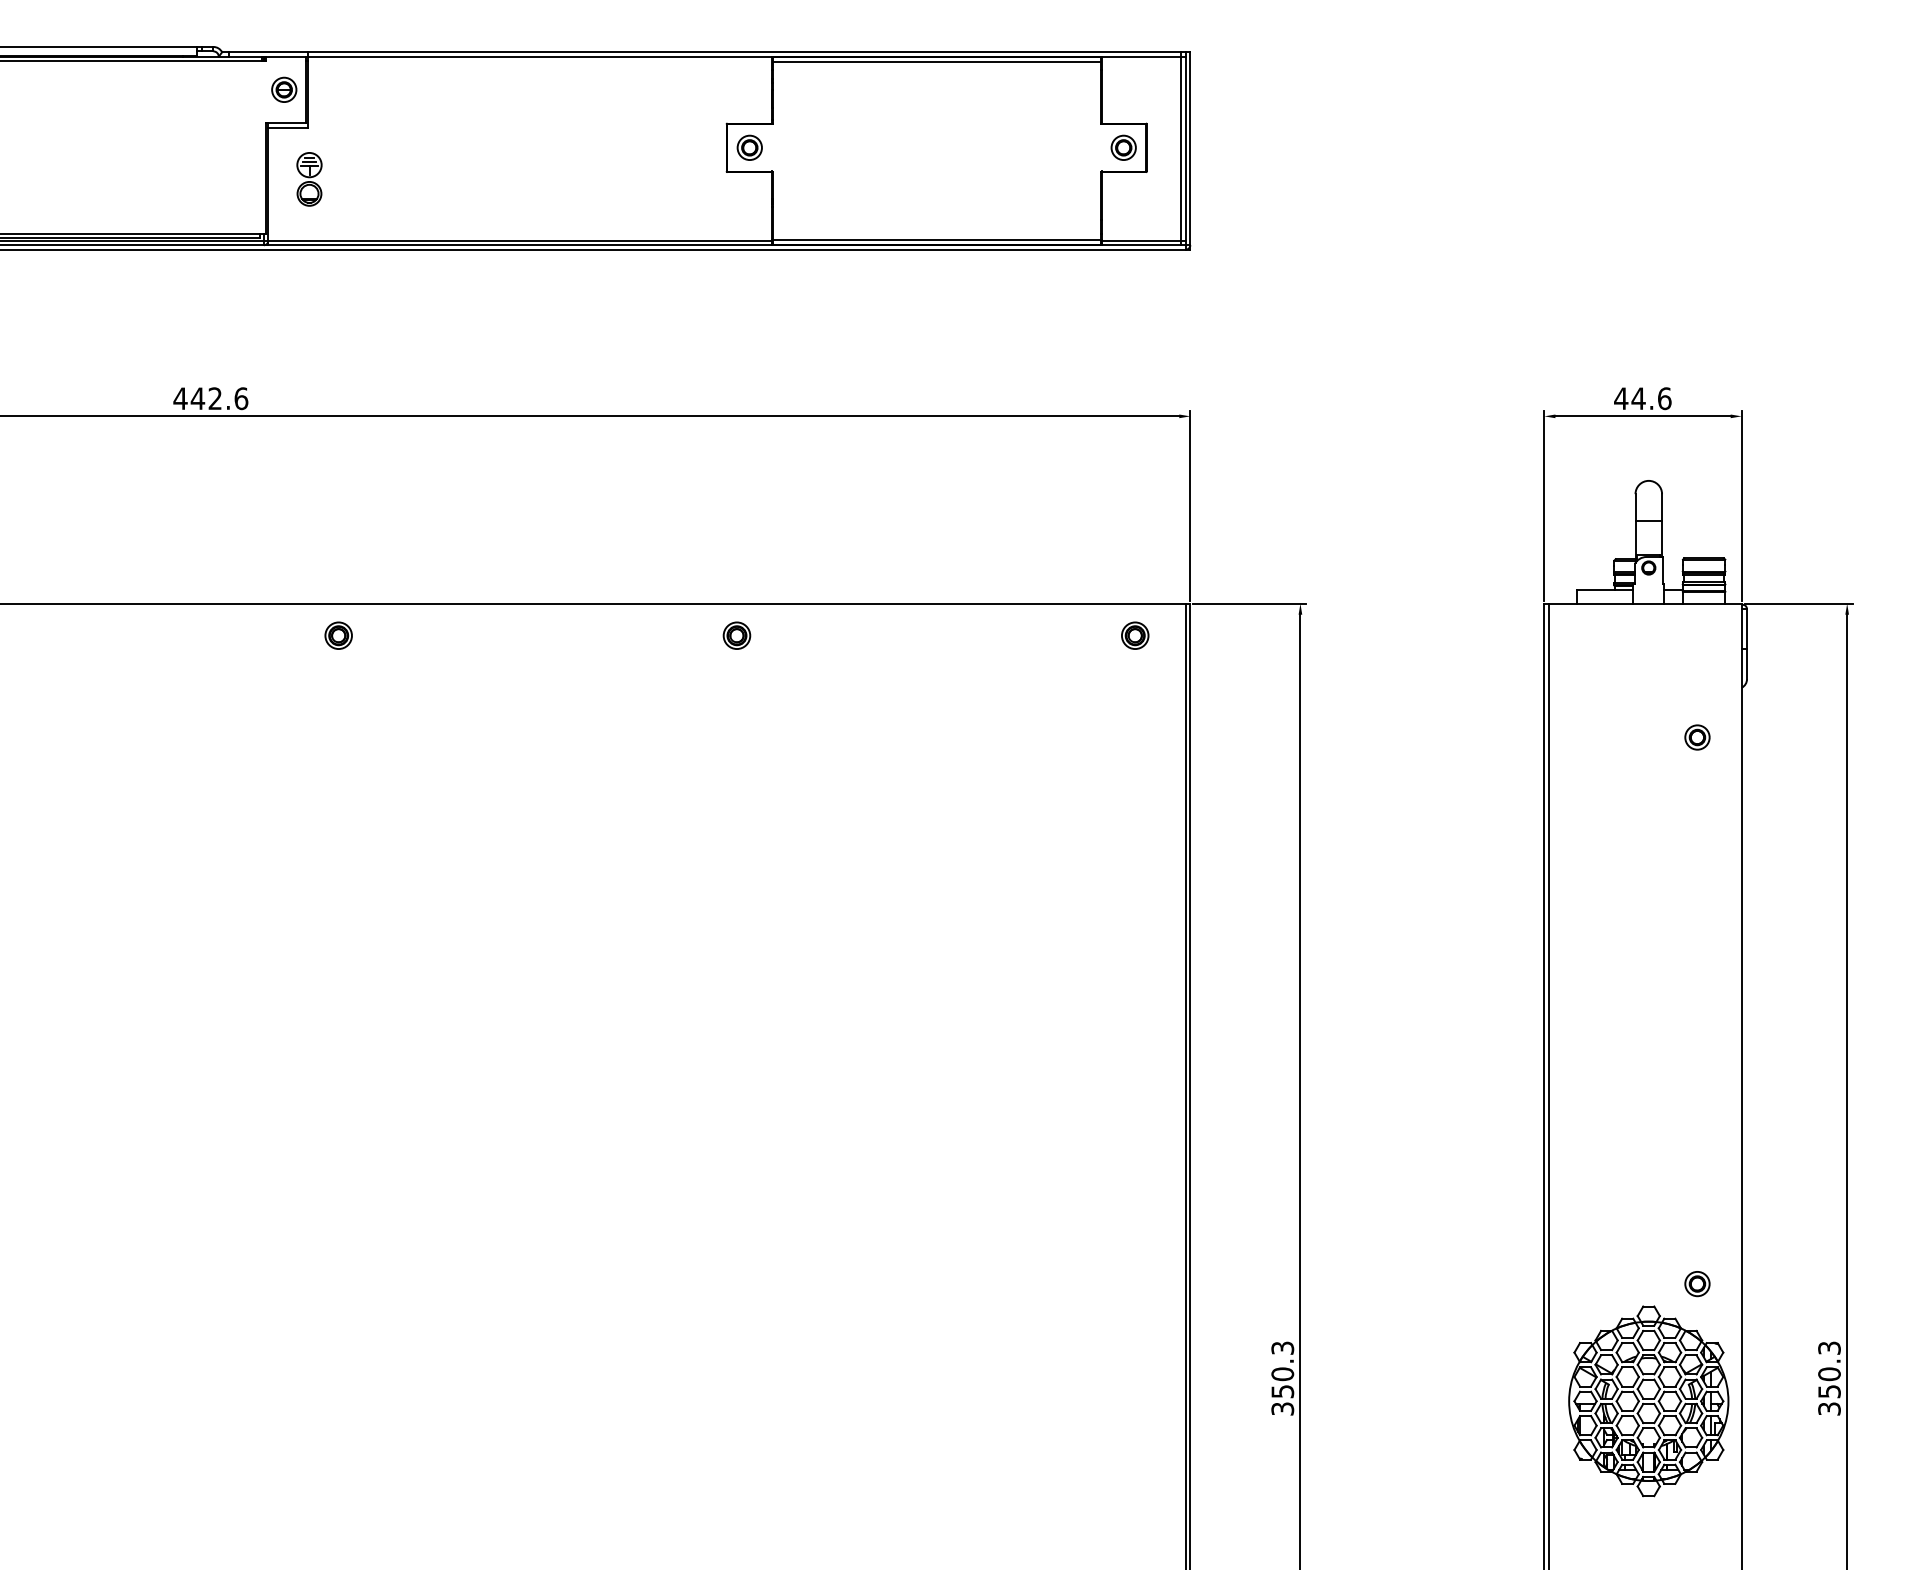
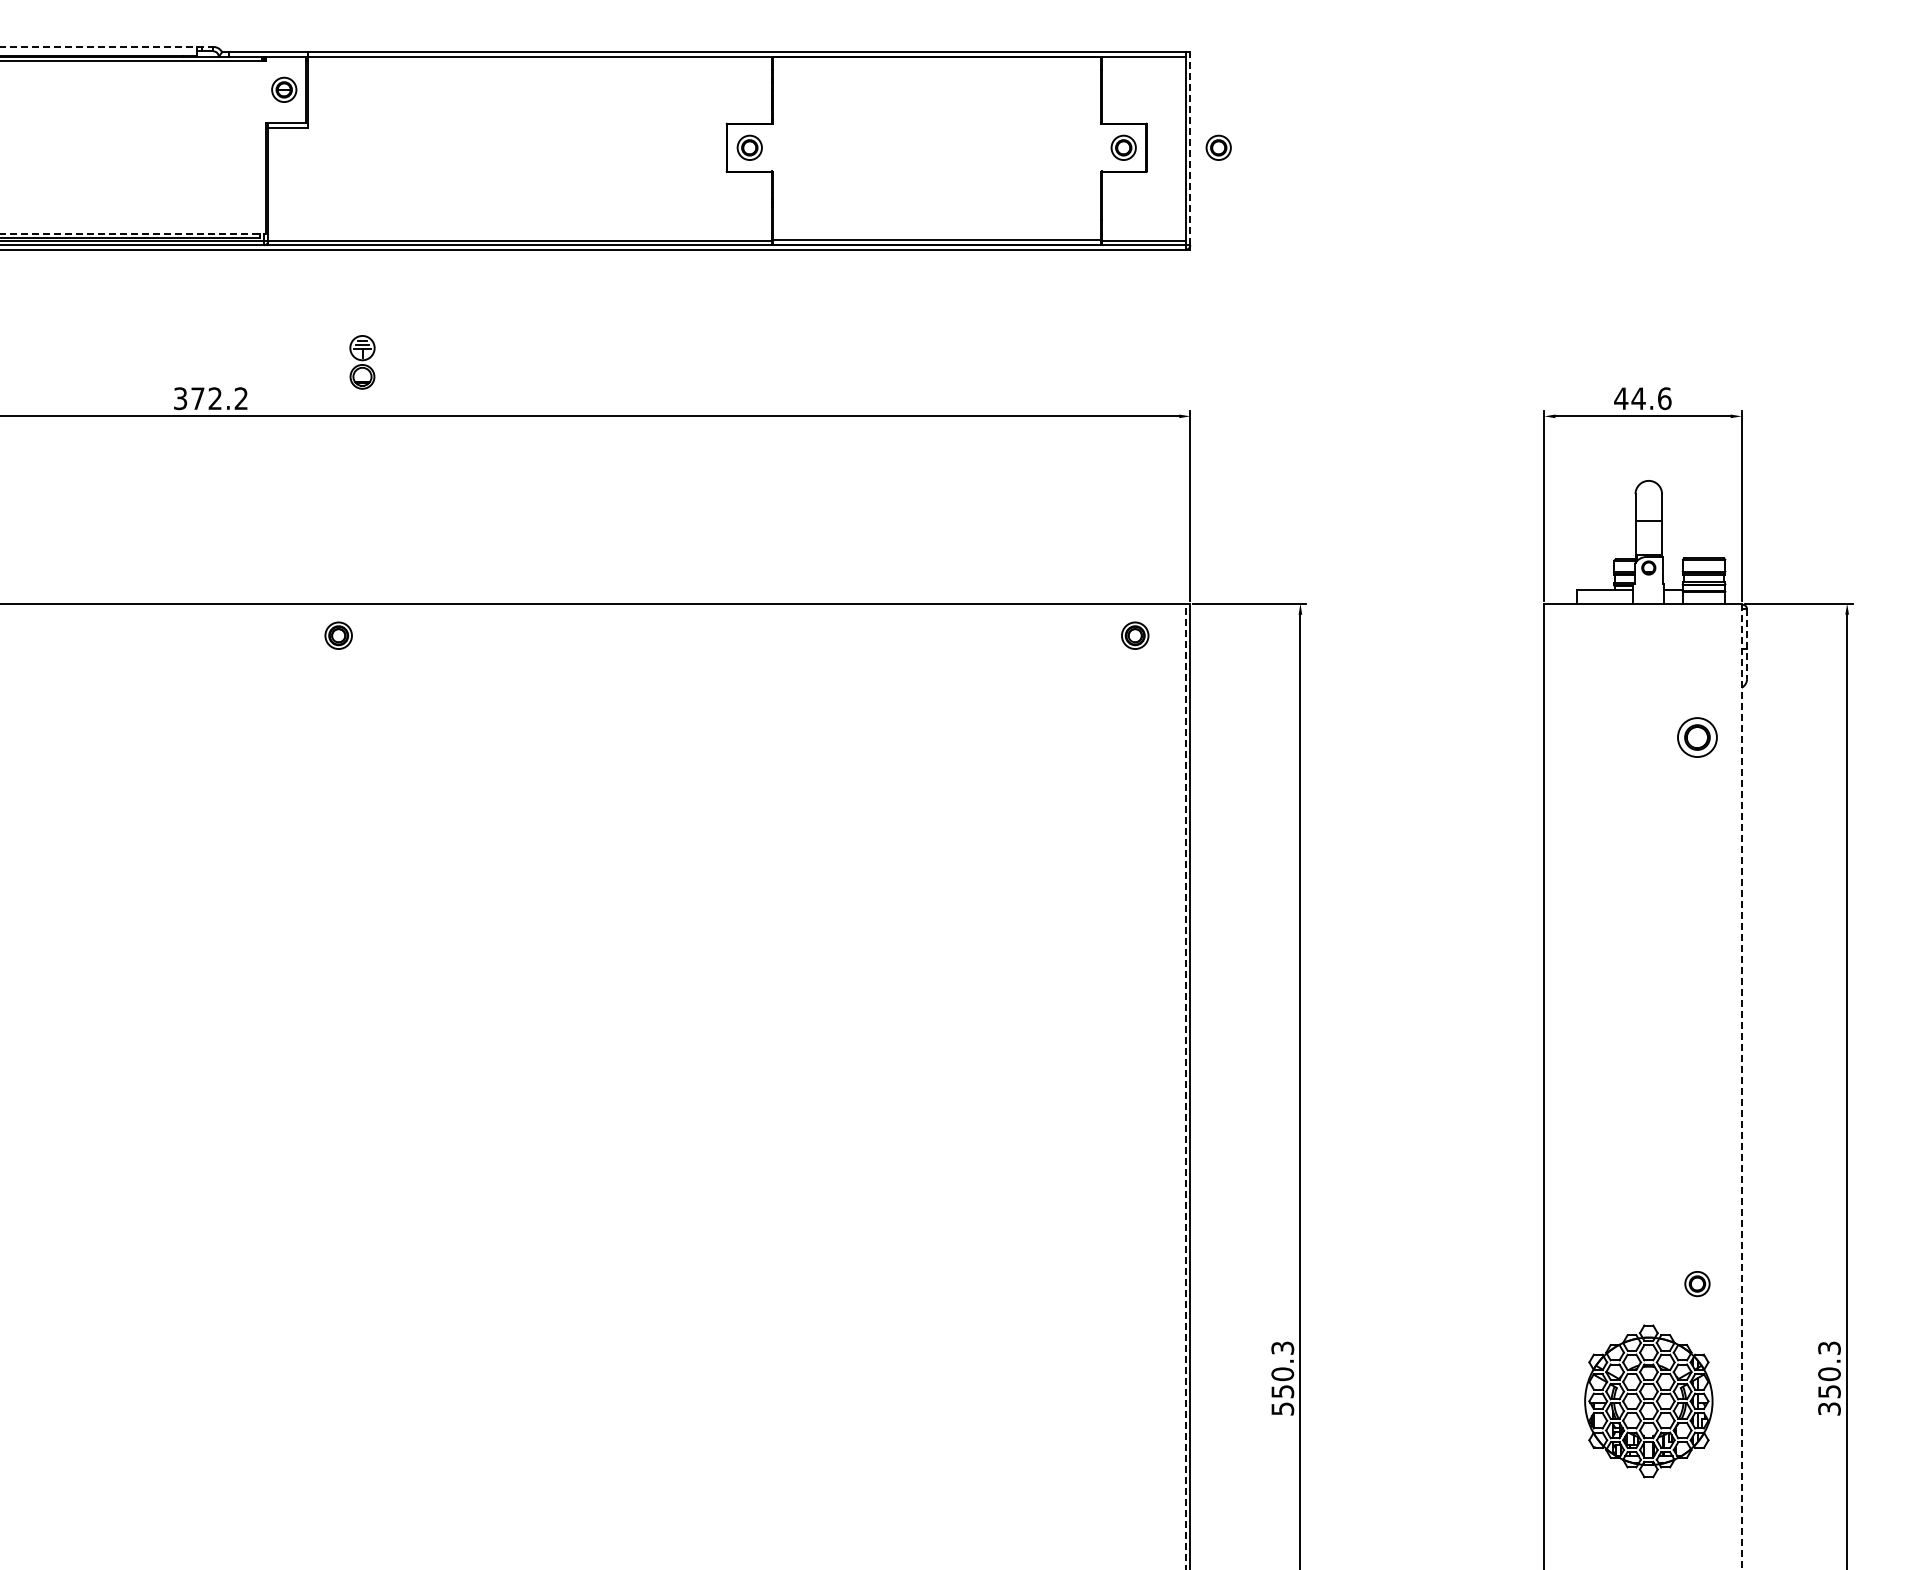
line at (107, 46): solid -> dashed
line at (936, 61): present -> none
part at (1218, 147): none -> present
line at (1181, 148): present -> none
line at (1190, 148): solid -> dashed
part at (309, 179) position: (309, 179) -> (362, 362)
line at (133, 233): solid -> dashed
text at (210, 398): 442.6 -> 372.2
part at (736, 635): present -> none
line at (1747, 644): solid -> dashed
part at (1697, 737) size: 27x27 px -> 41x41 px
line at (1548, 1084): present -> none
line at (1185, 1086): solid -> dashed
line at (1741, 1086): solid -> dashed
part at (1648, 1401) size: 162x193 px -> 130x155 px
text at (1282, 1408): 350.3 -> 550.3
